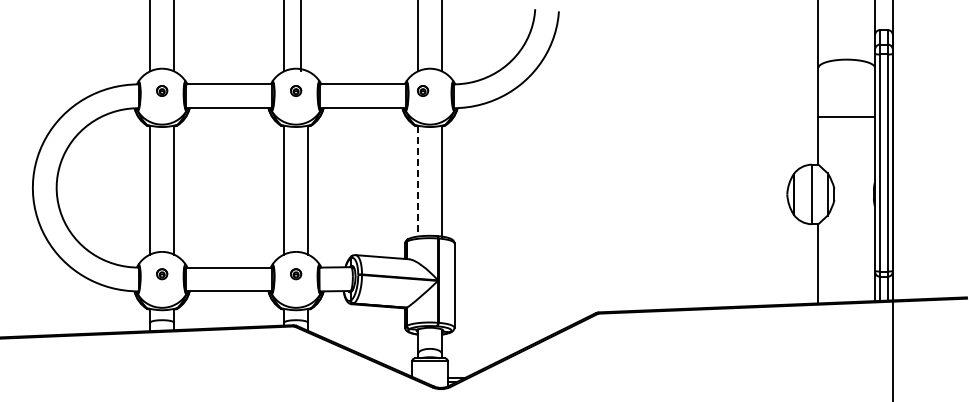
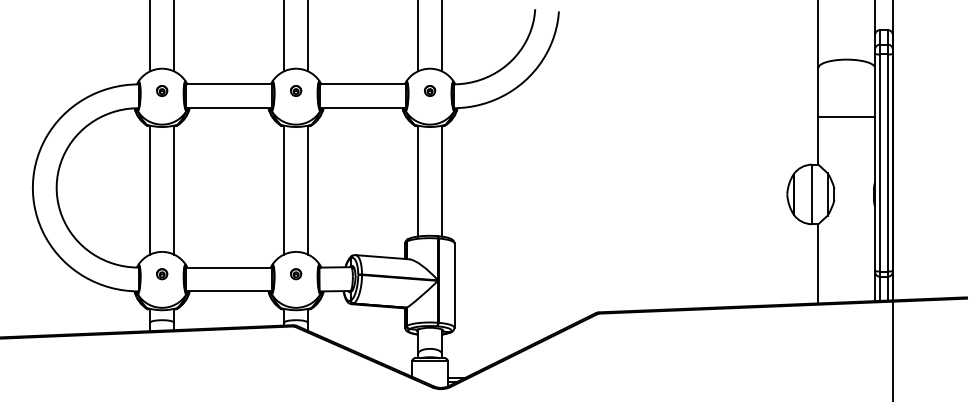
line at (300, 36) position: (300, 36) -> (307, 36)
part at (422, 90) position: (422, 90) -> (429, 90)
line at (418, 181): dashed -> solid
